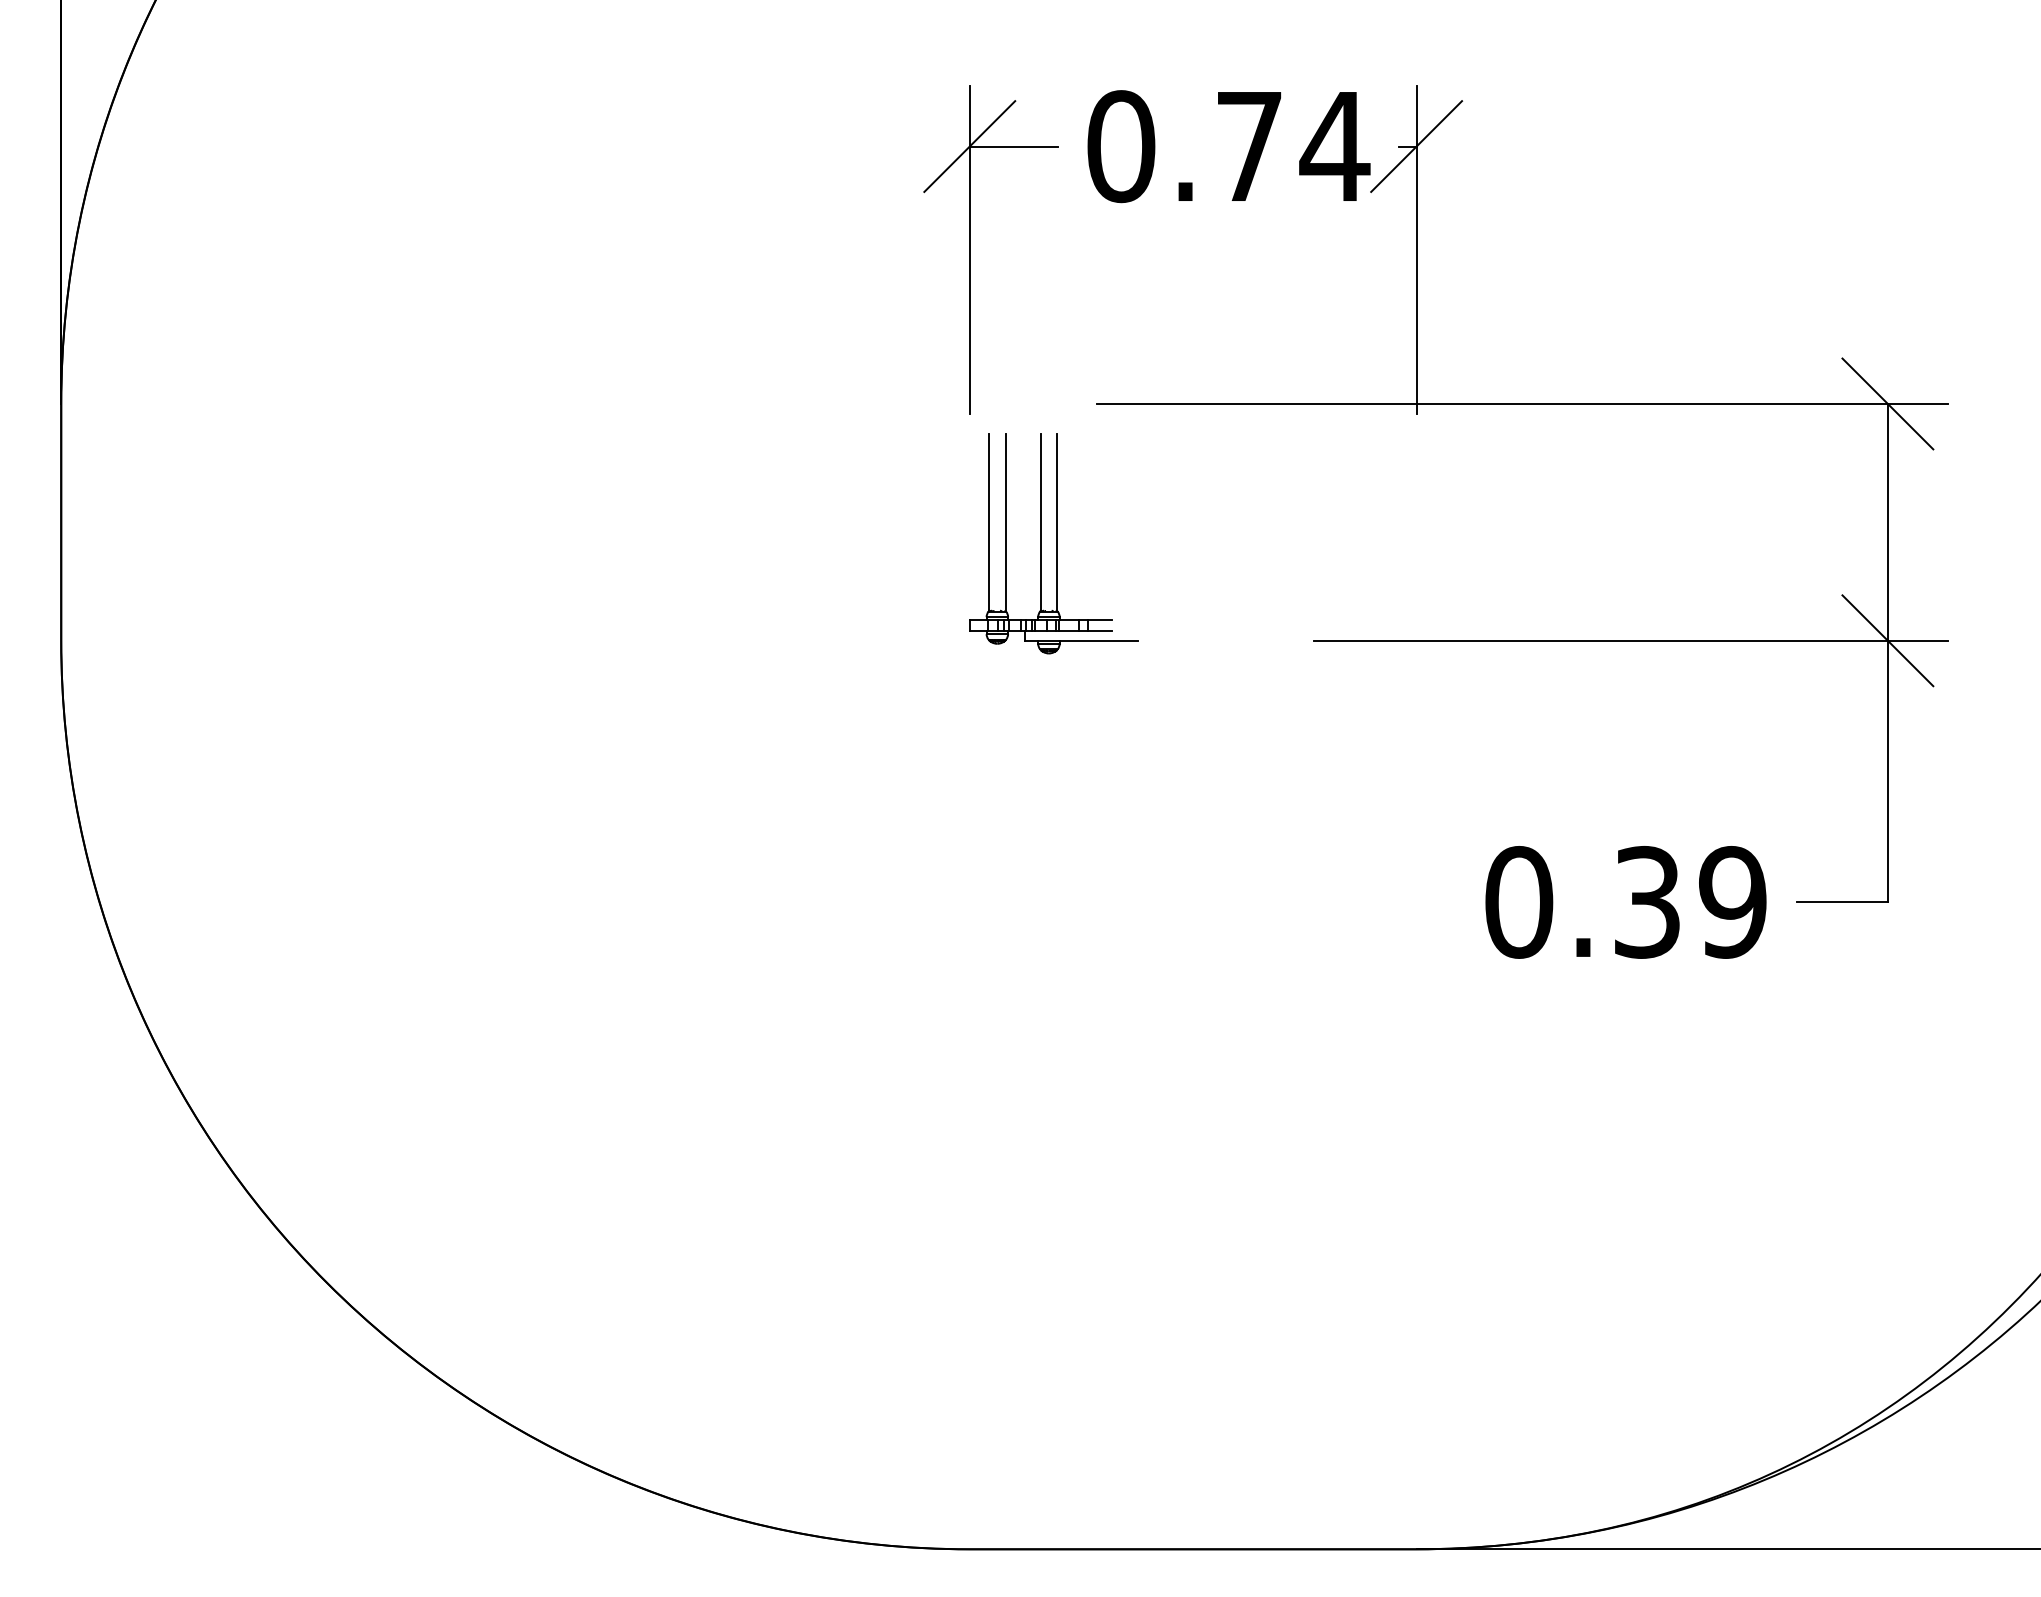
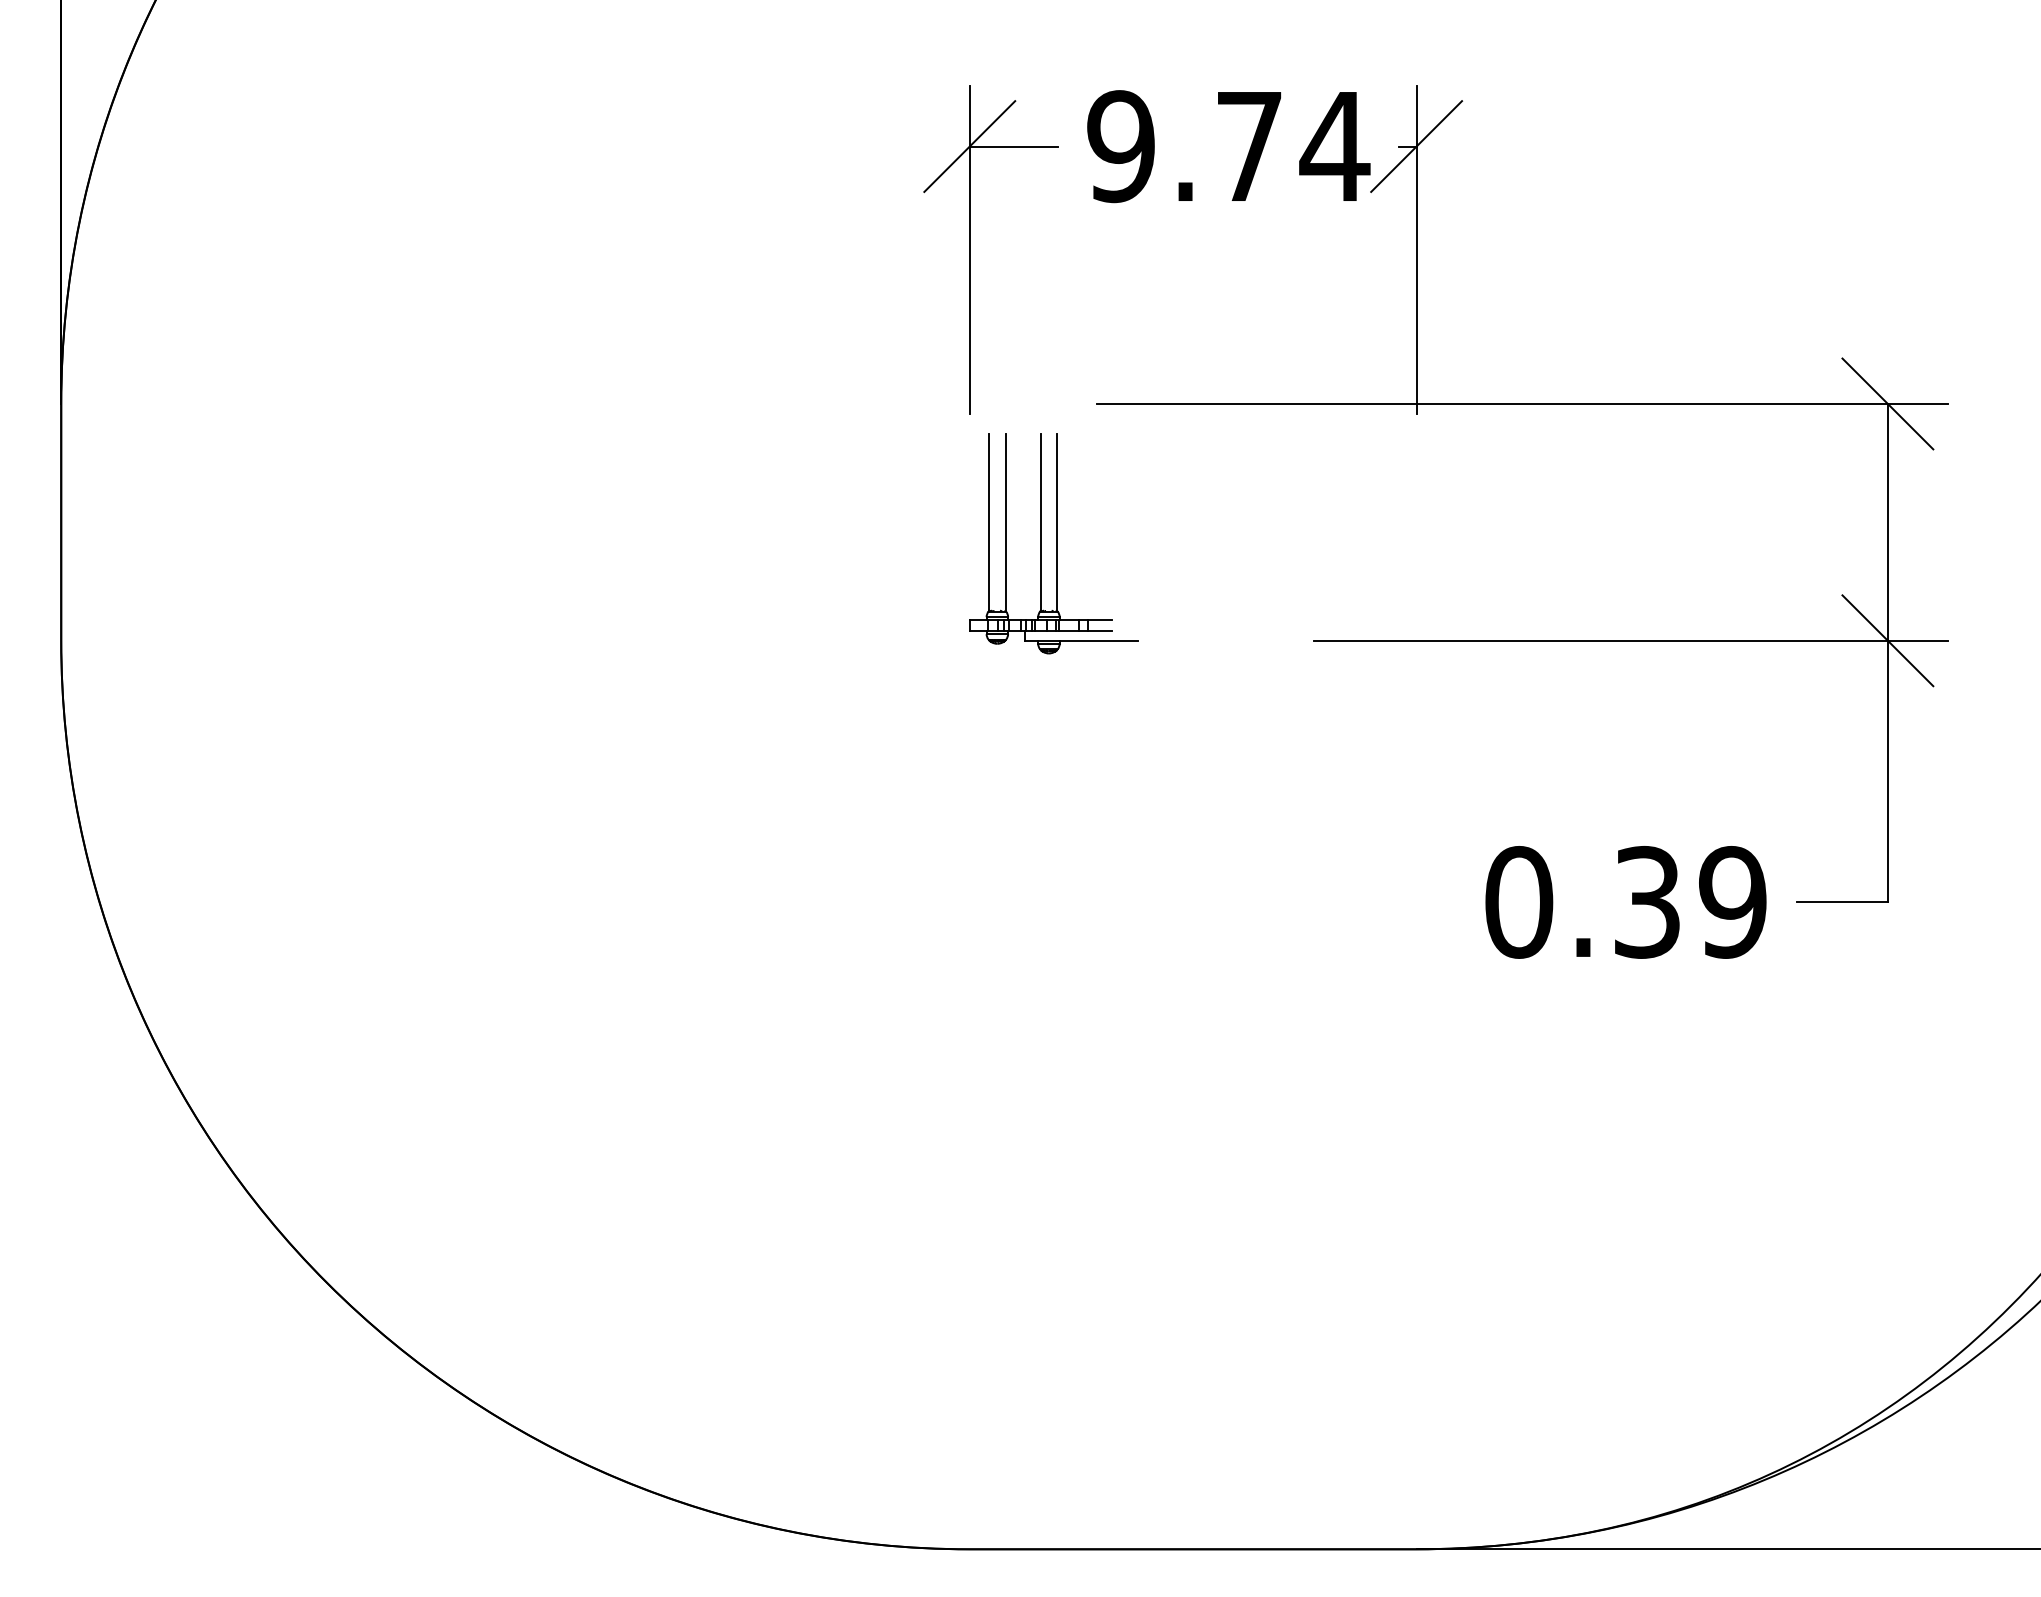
text at (1121, 146): 0.74 -> 9.74
